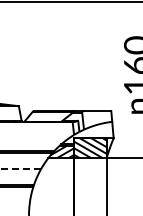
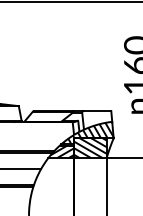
hatch at (88, 132): none -> present
line at (20, 169): dashed -> solid
